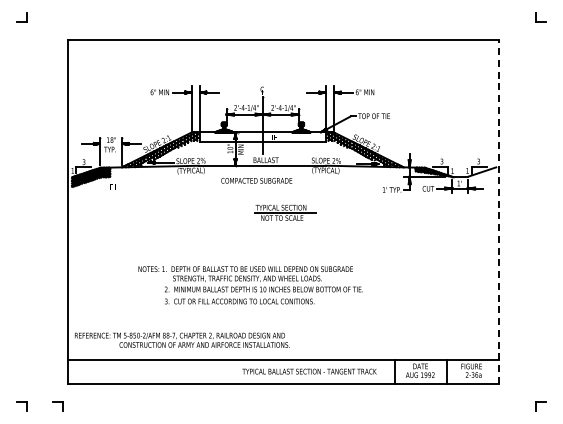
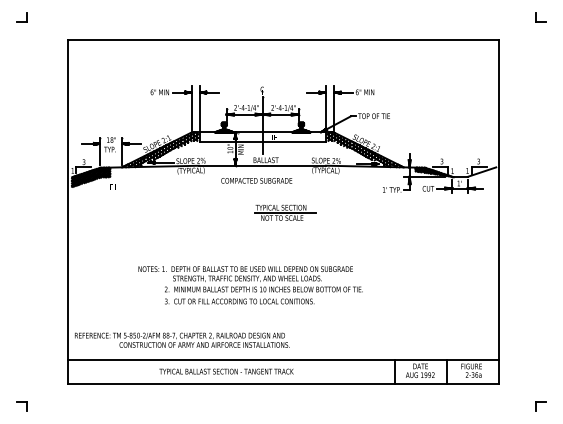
line at (498, 211): dashed -> solid
text at (309, 371) position: (309, 371) -> (226, 371)
part at (57, 406): present -> none
